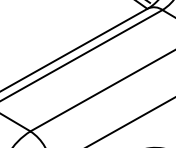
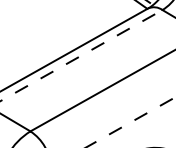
line at (81, 55): solid -> dashed
line at (130, 122): solid -> dashed
